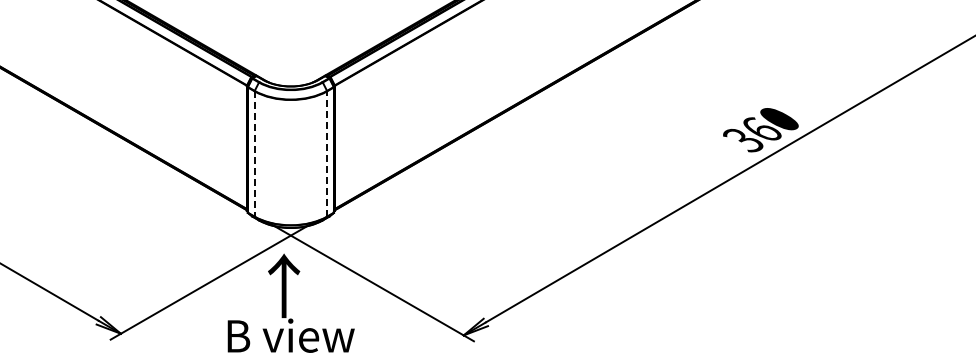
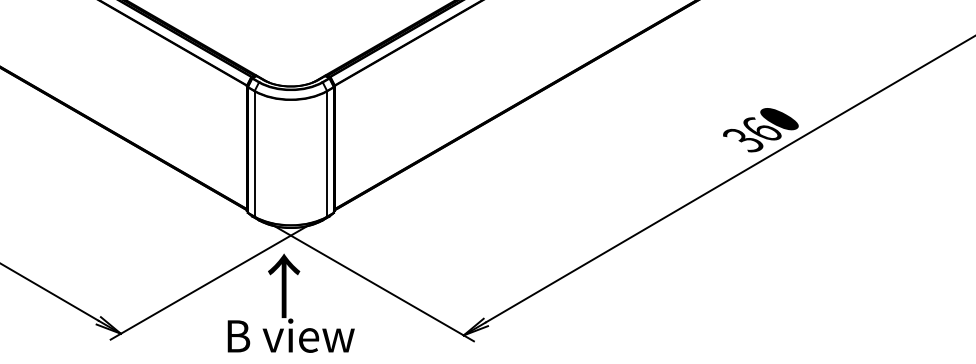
line at (254, 153): dashed -> solid
line at (327, 153): dashed -> solid
